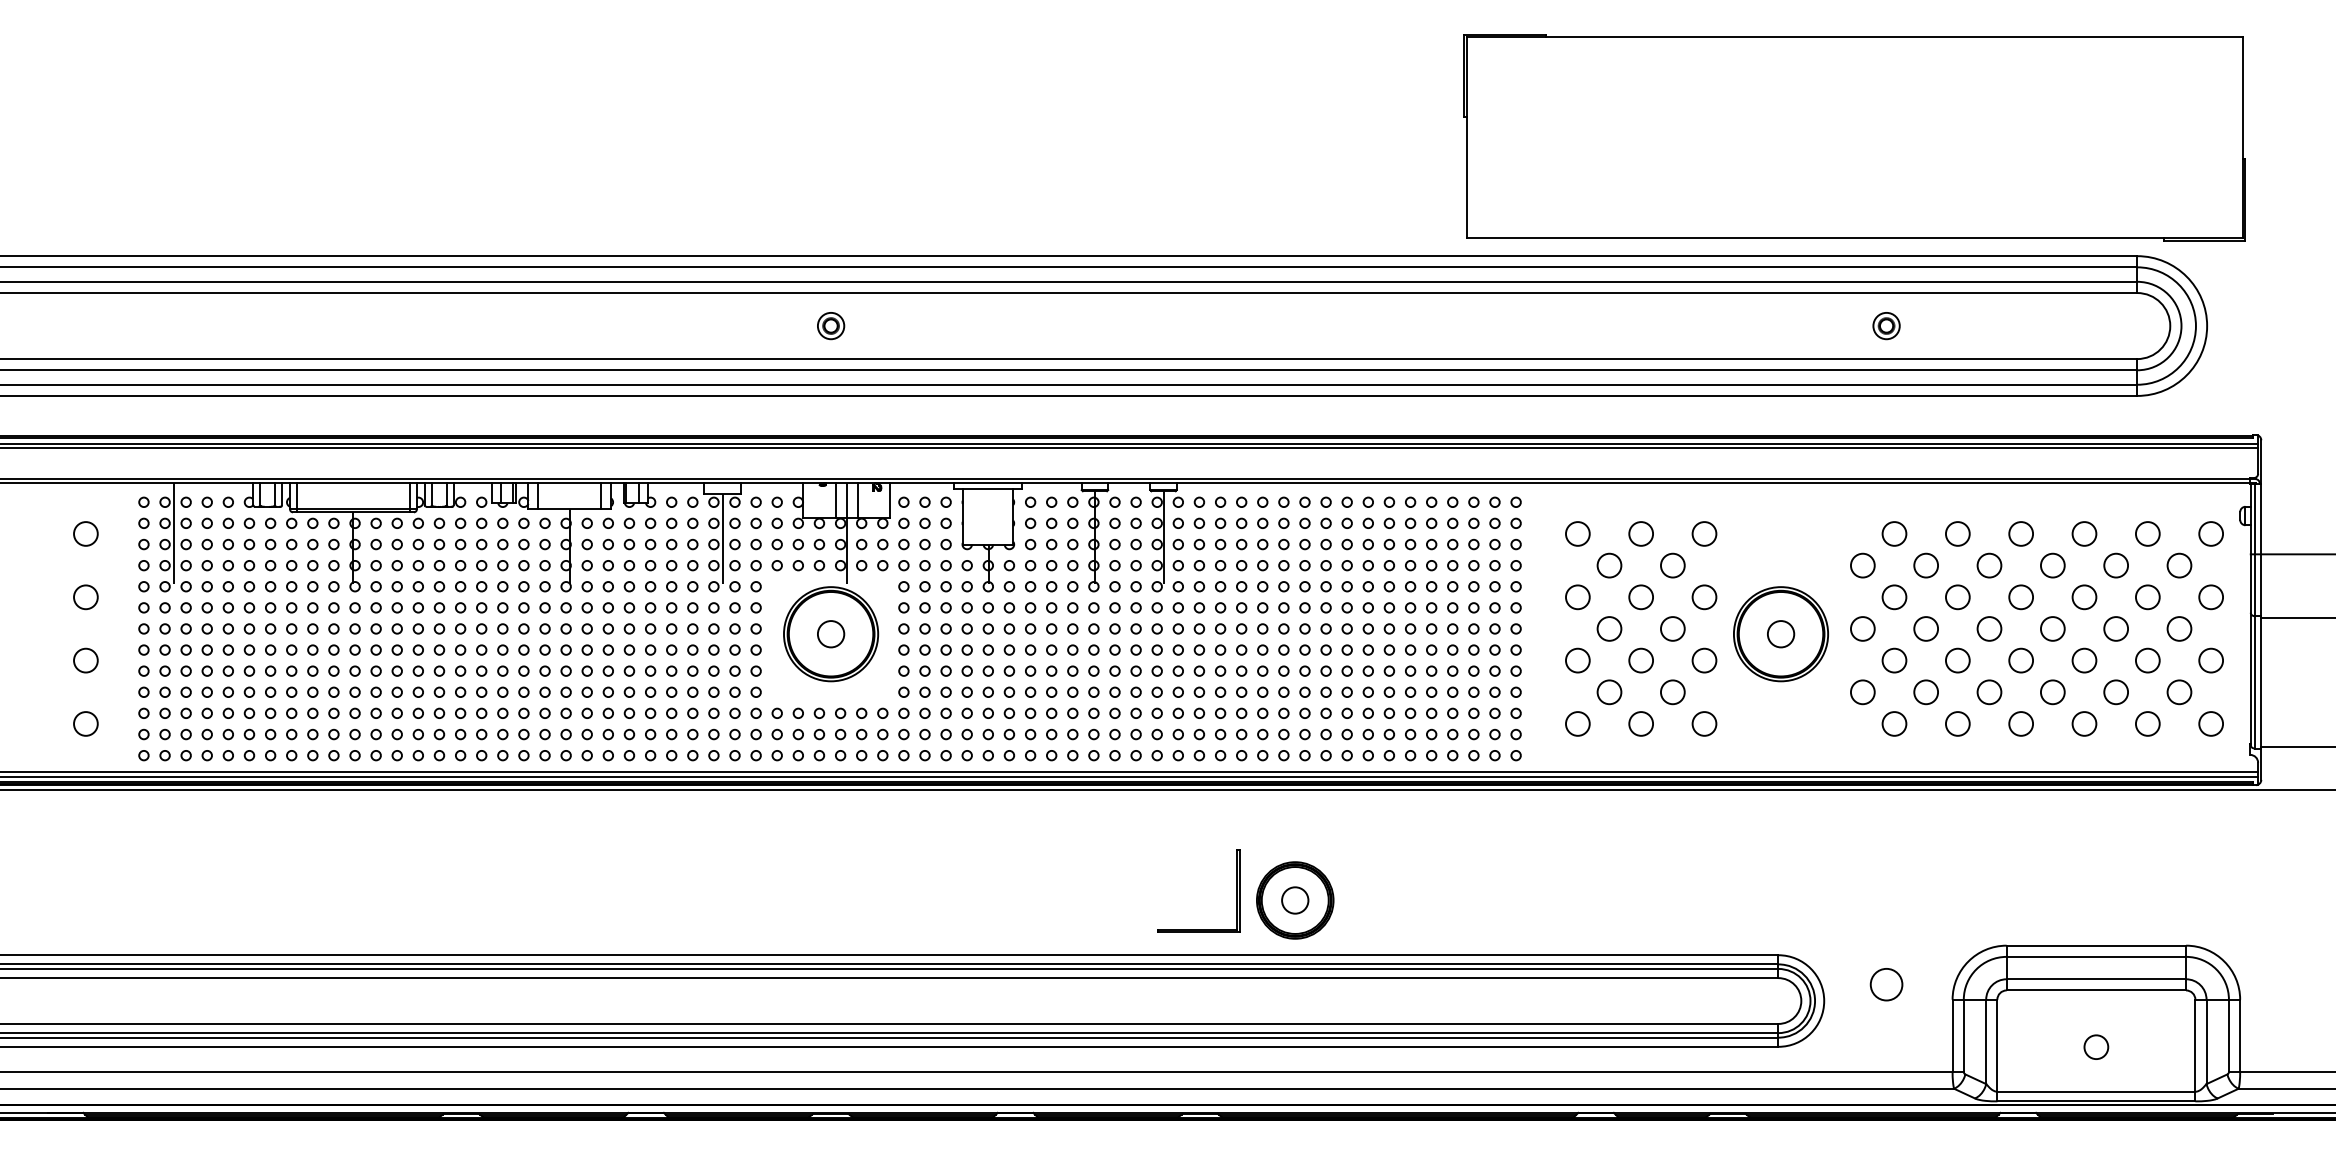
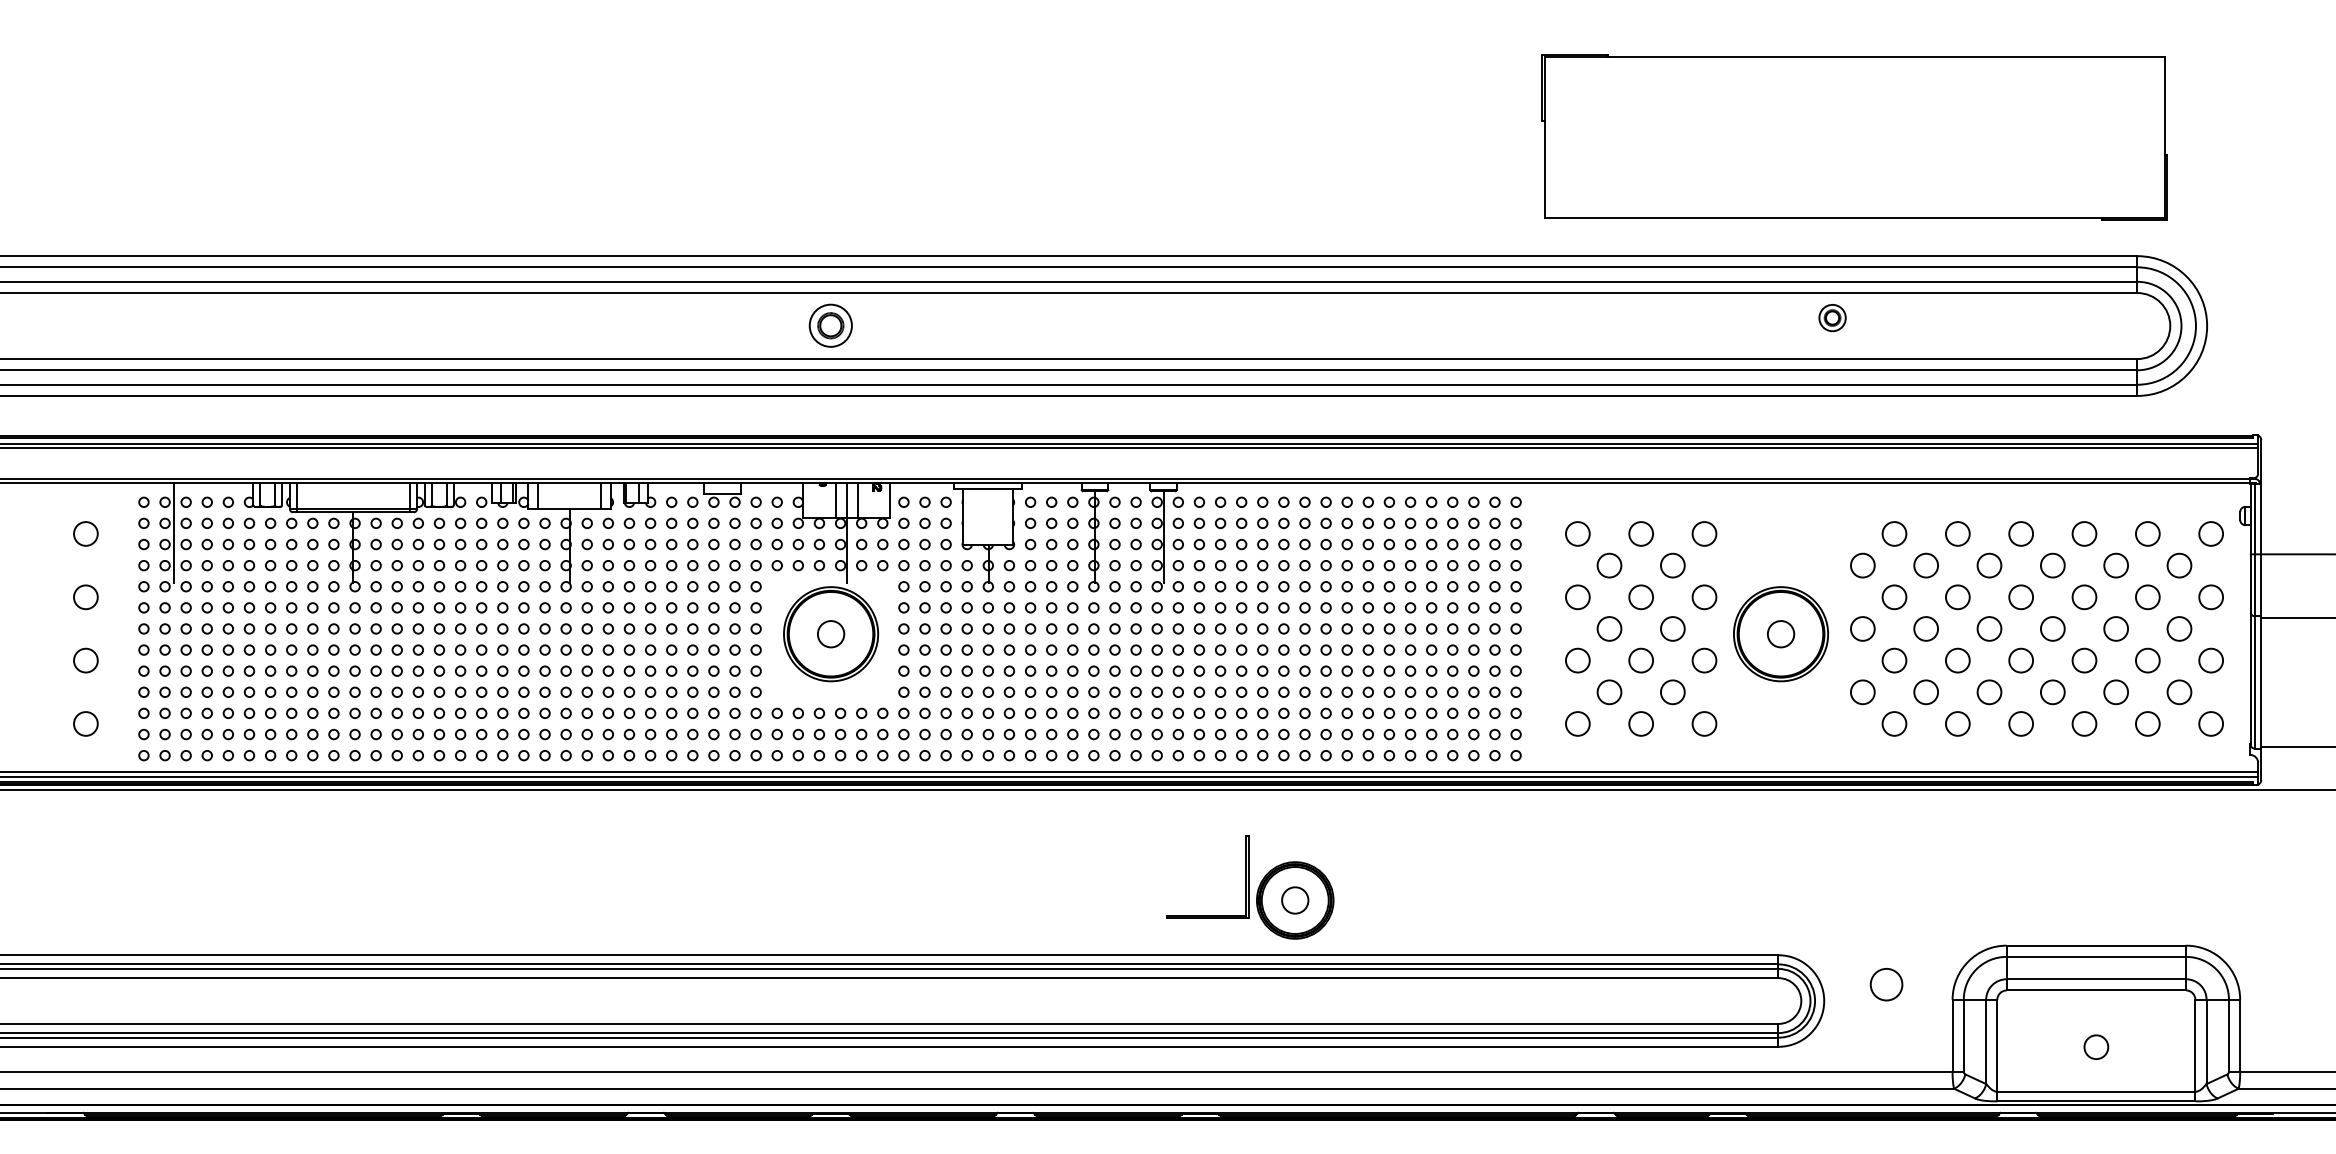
part at (1854, 137) size: 783x208 px -> 627x167 px
part at (831, 326) size: 29x29 px -> 45x45 px
part at (1886, 326) position: (1886, 326) -> (1832, 318)
line at (722, 538): present -> none
part at (1236, 890) position: (1236, 890) -> (1245, 876)
